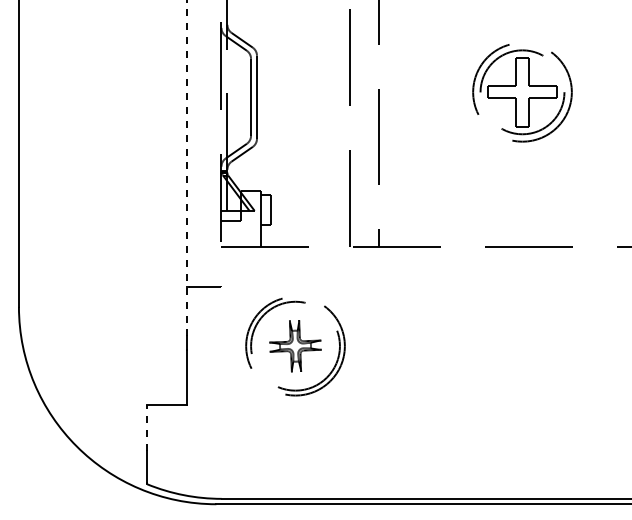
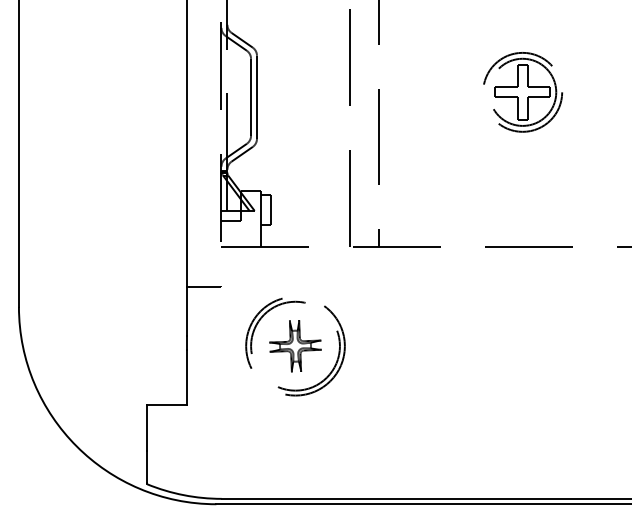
part at (522, 93) size: 101x99 px -> 81x81 px
line at (186, 168): dashed -> solid
line at (147, 427): dashed -> solid
